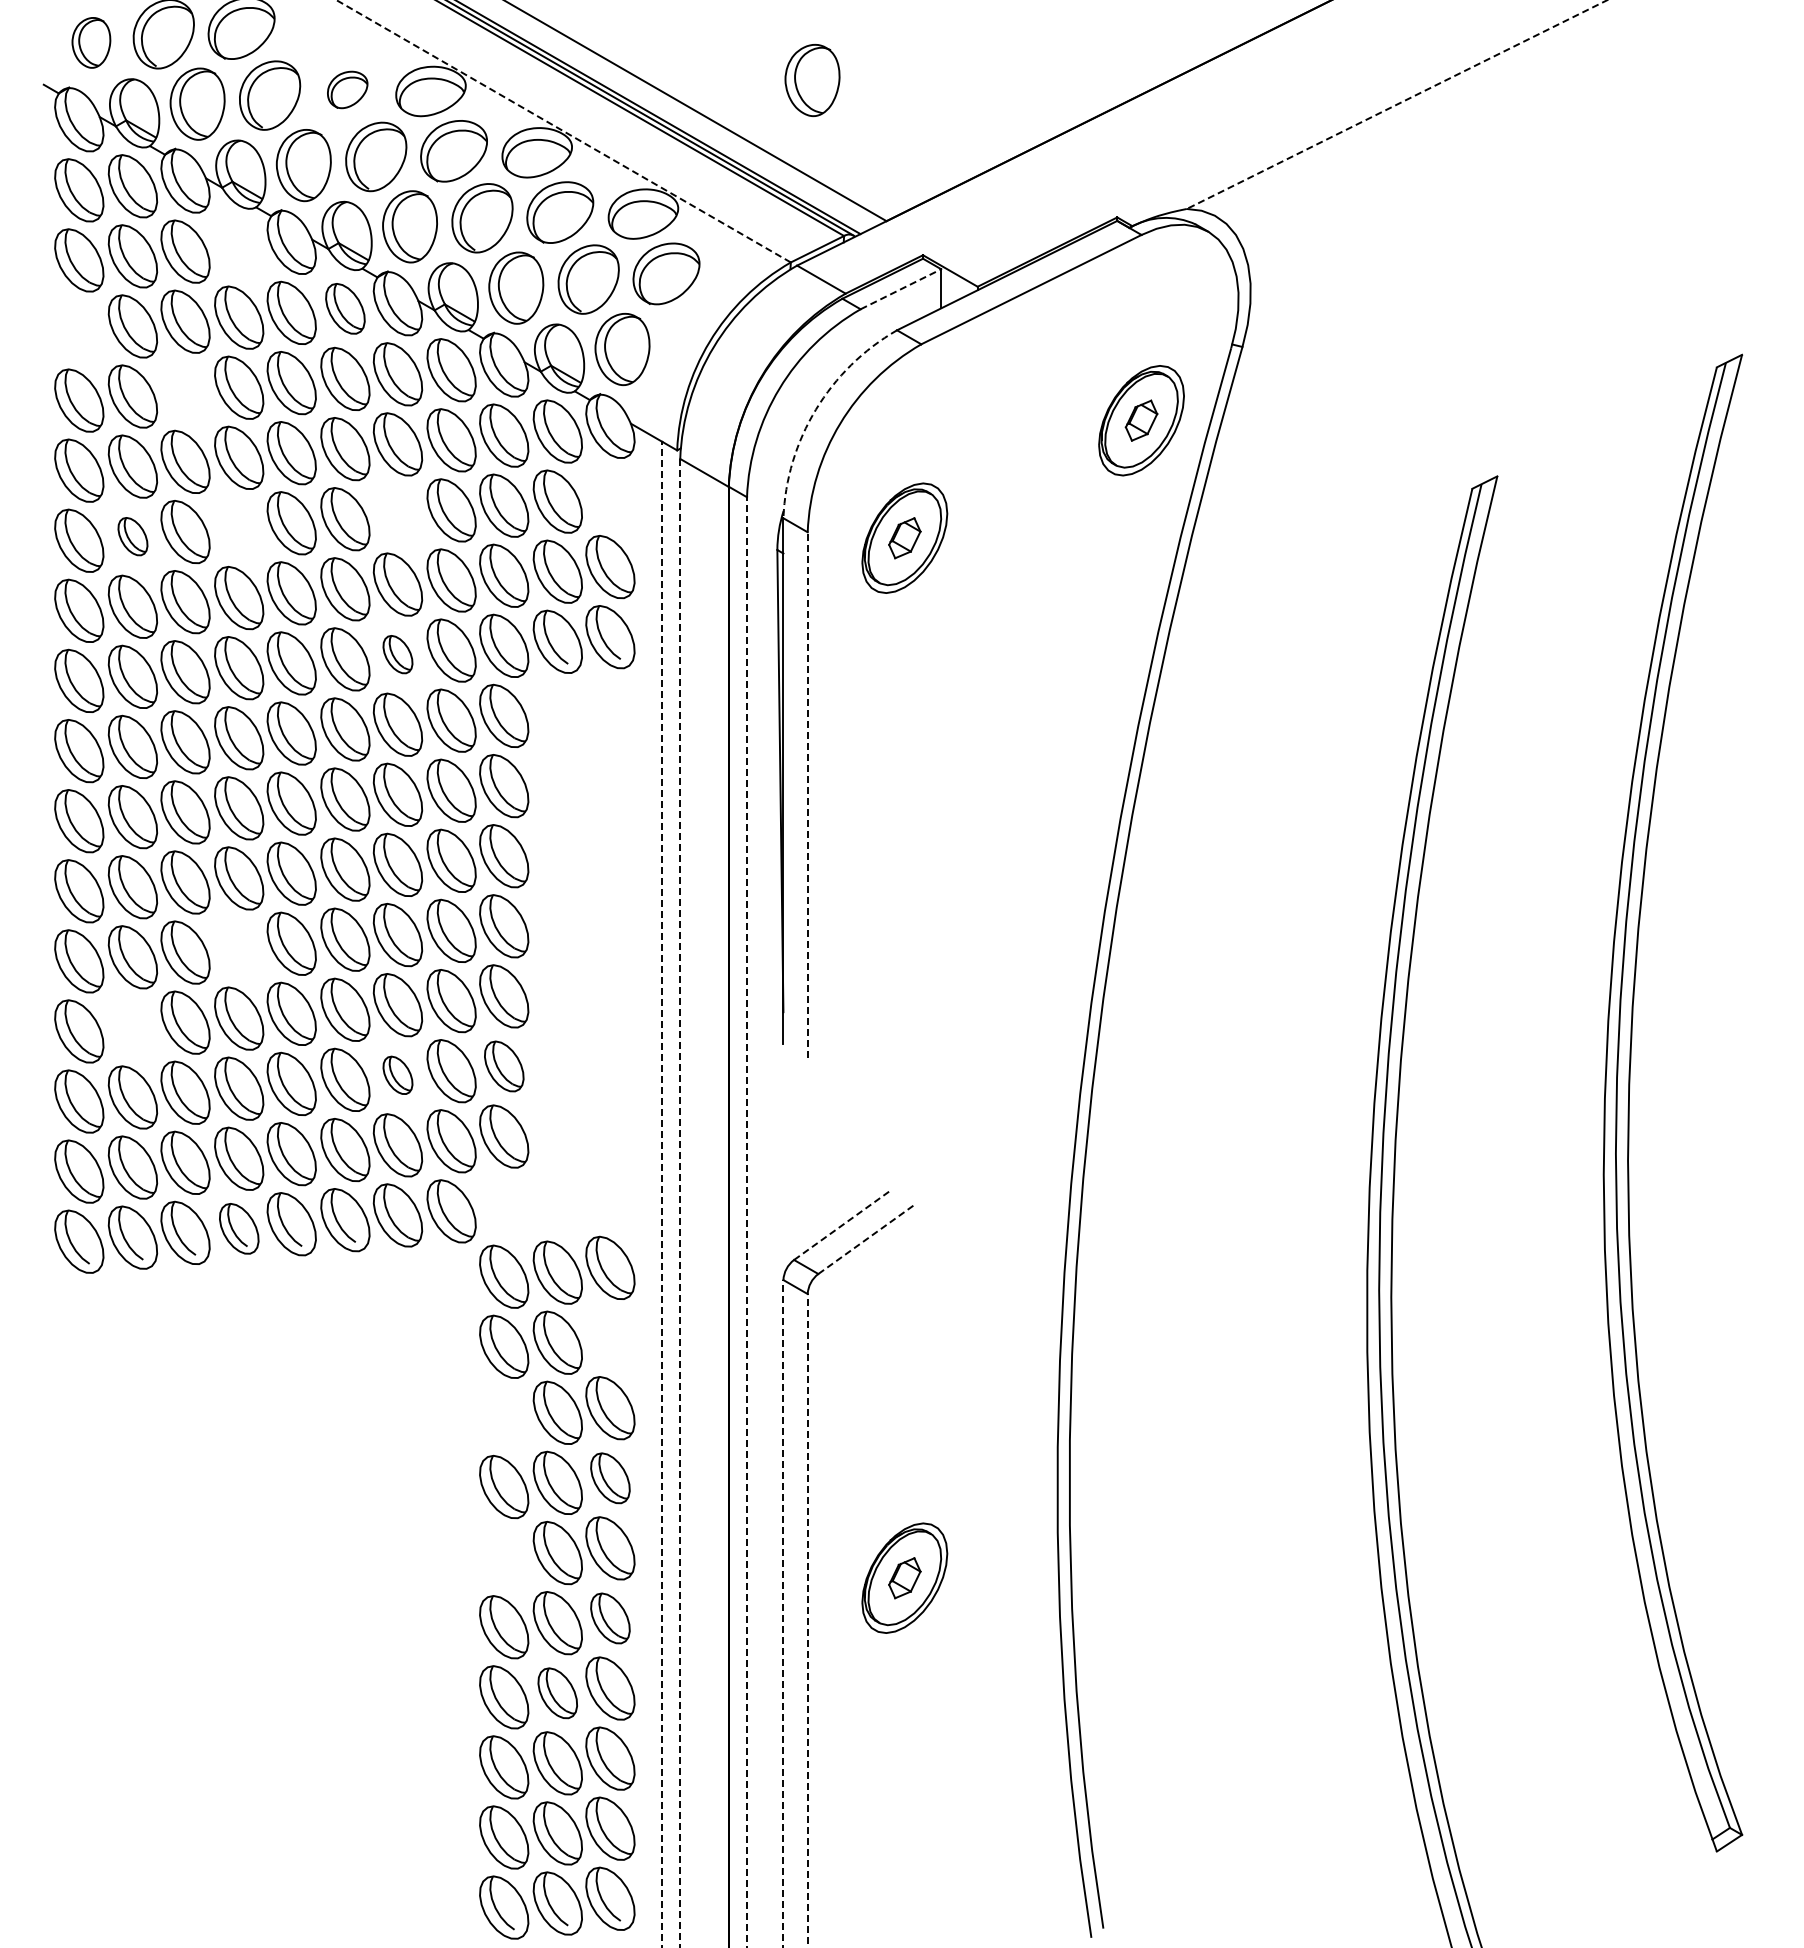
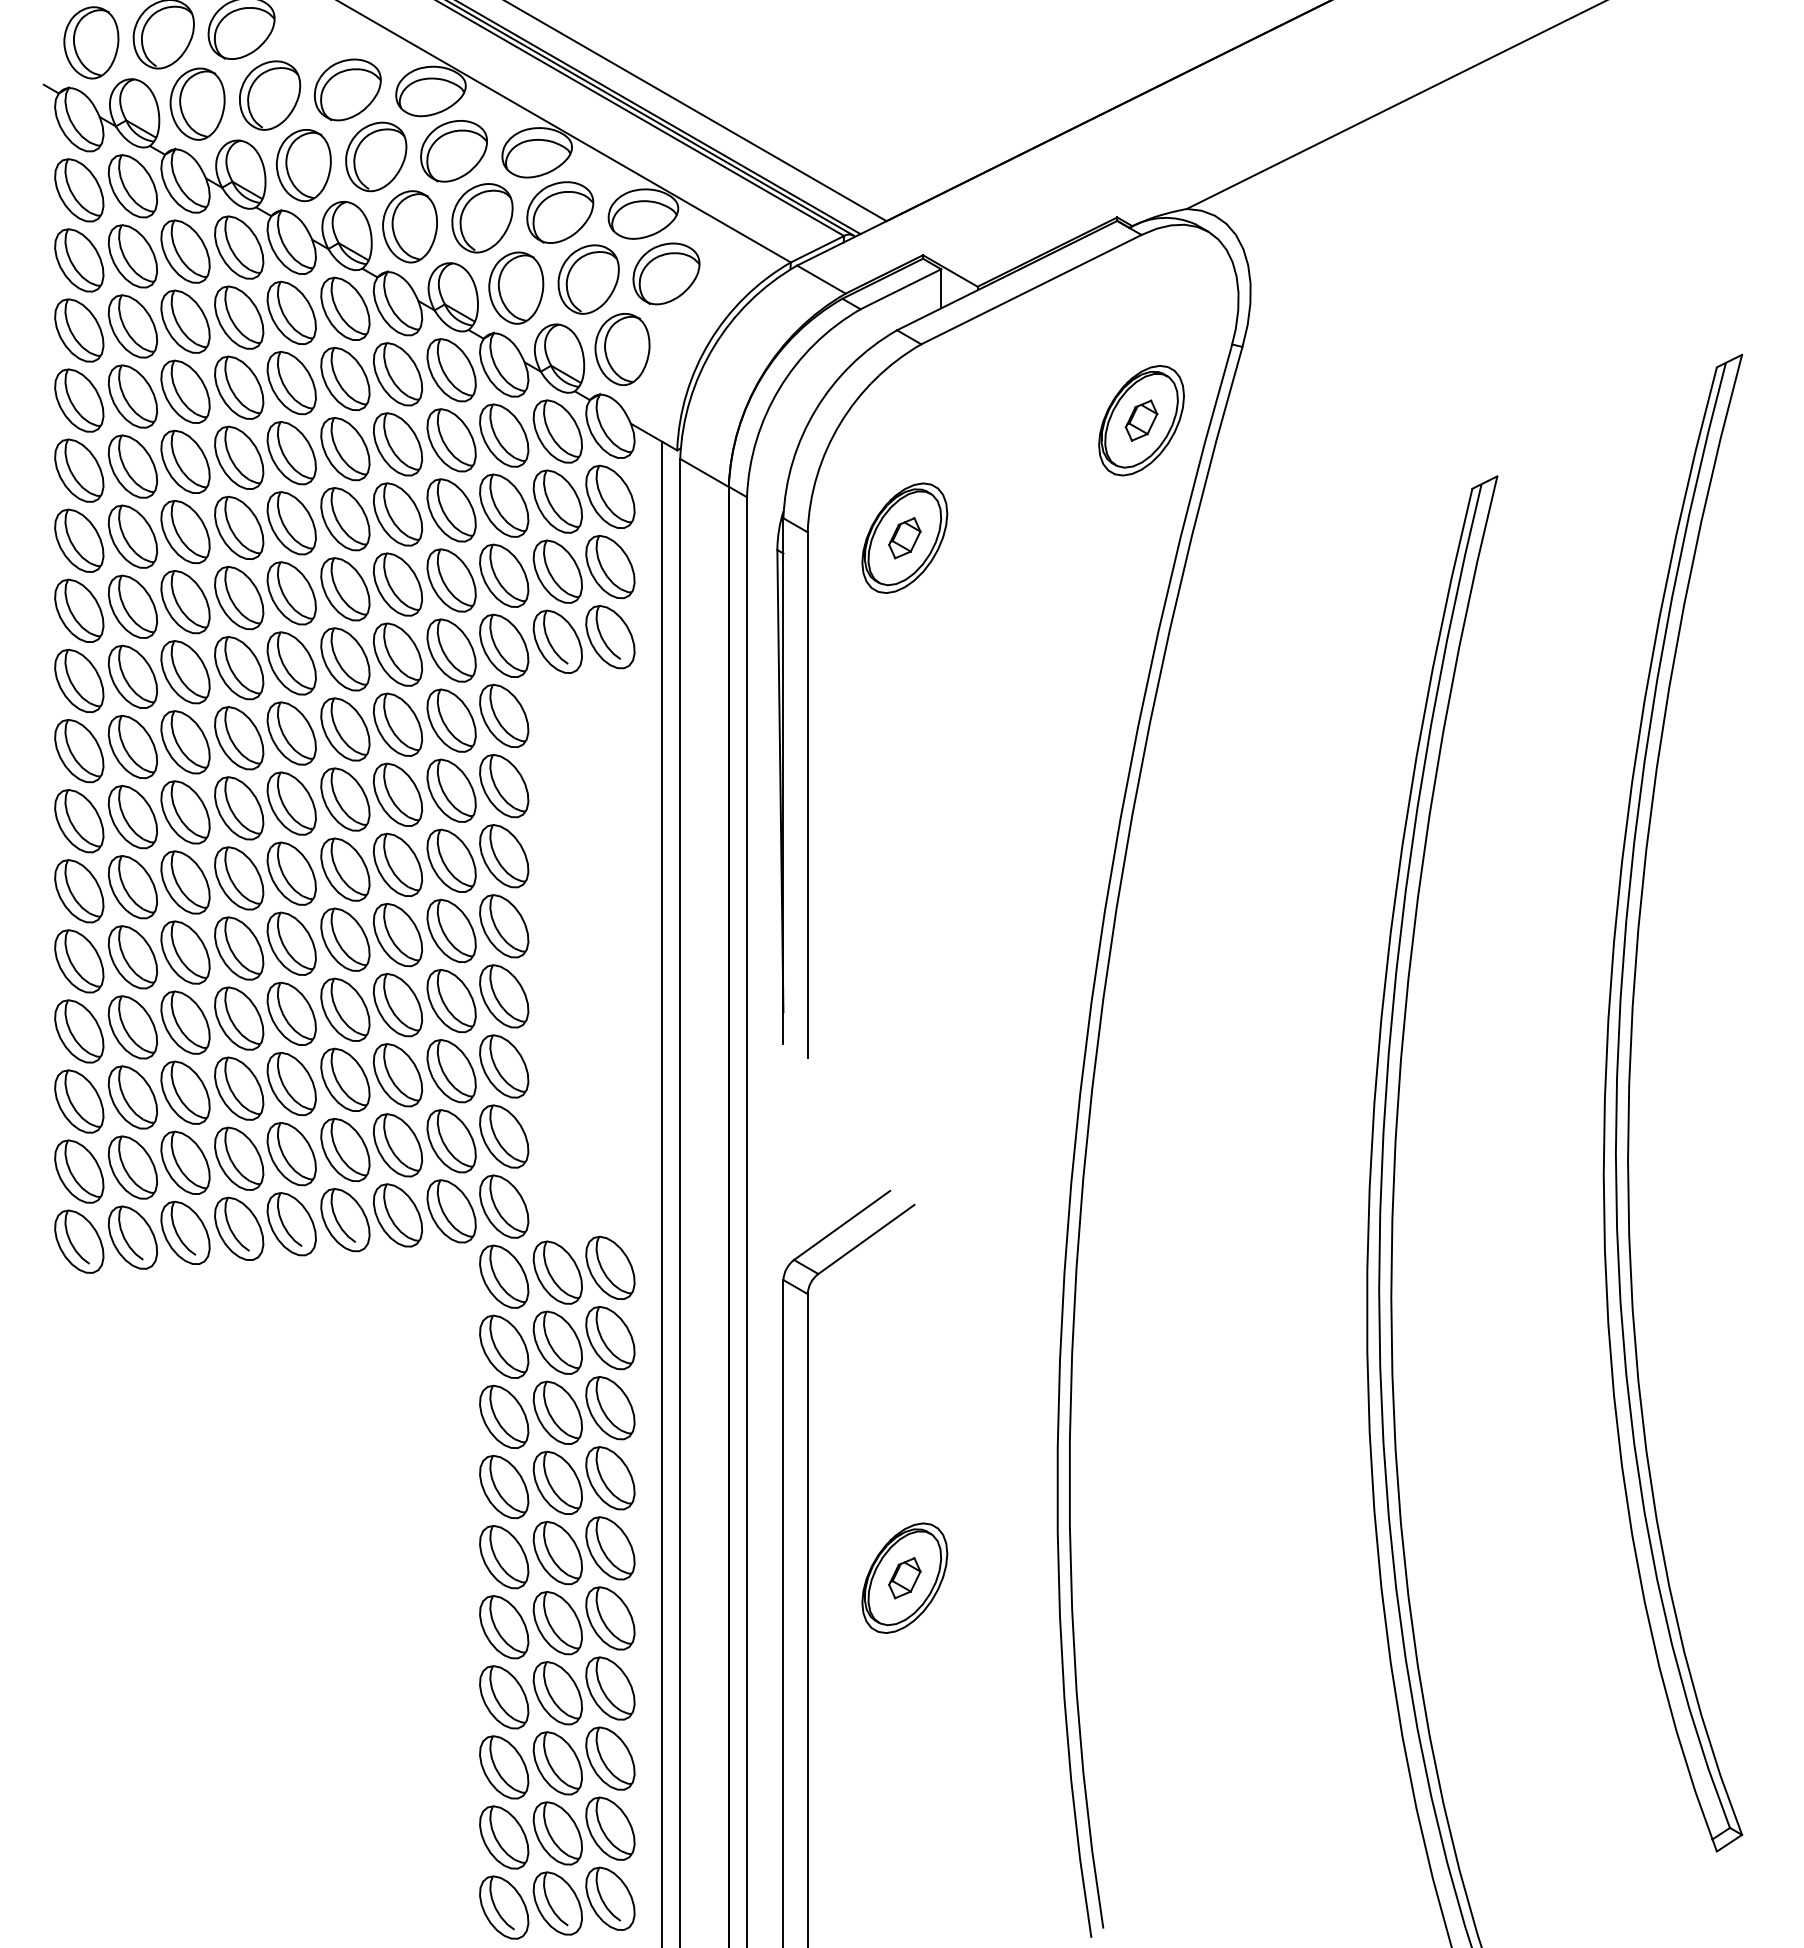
part at (91, 42) size: 41x52 px -> 57x74 px
part at (812, 80): present -> none
part at (347, 89) size: 42x40 px -> 69x64 px
line at (1397, 104): dashed -> solid
line at (563, 130): dashed -> solid
part at (239, 247): none -> present
line at (900, 289): dashed -> solid
part at (345, 308) size: 41x52 px -> 51x65 px
part at (79, 330): none -> present
part at (185, 391): none -> present
arc at (815, 409): dashed -> solid
part at (610, 496): none -> present
part at (397, 514): none -> present
part at (239, 527): none -> present
part at (132, 536) size: 32x40 px -> 52x65 px
part at (397, 654) size: 32x40 px -> 52x65 px
line at (807, 795): dashed -> solid
part at (239, 948): none -> present
part at (132, 1027): none -> present
part at (504, 1066) size: 41x53 px -> 51x65 px
part at (397, 1074) size: 32x40 px -> 52x65 px
line at (662, 1194): dashed -> solid
line at (680, 1203): dashed -> solid
part at (504, 1206): none -> present
line at (747, 1221): dashed -> solid
line at (842, 1225): dashed -> solid
part at (239, 1228) size: 41x52 px -> 51x65 px
line at (866, 1239): dashed -> solid
part at (610, 1338): none -> present
part at (504, 1416): none -> present
part at (610, 1478) size: 41x53 px -> 51x65 px
part at (504, 1557): none -> present
line at (783, 1613): dashed -> solid
part at (610, 1618) size: 41x53 px -> 51x65 px
line at (807, 1620): dashed -> solid
part at (557, 1693) size: 41x53 px -> 51x65 px
